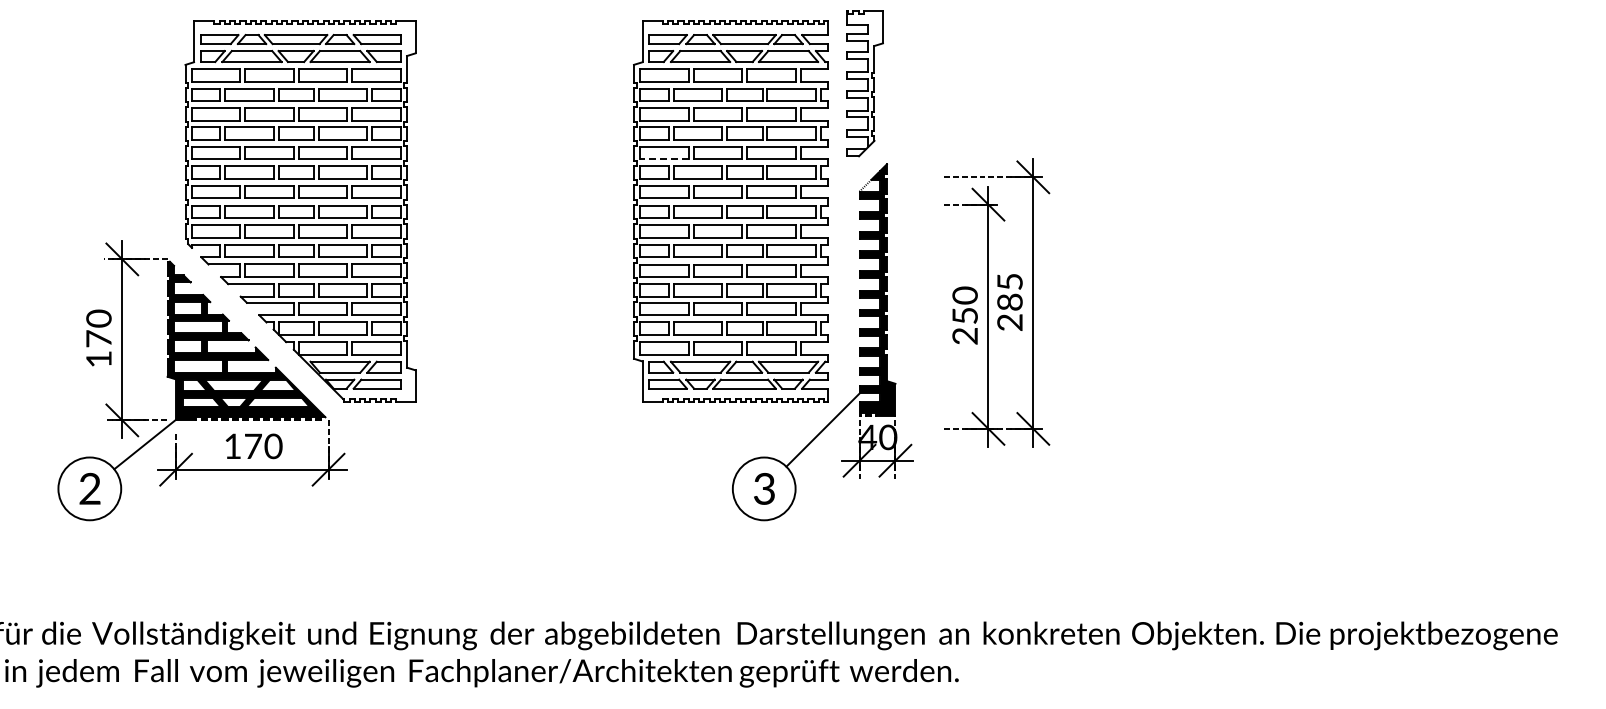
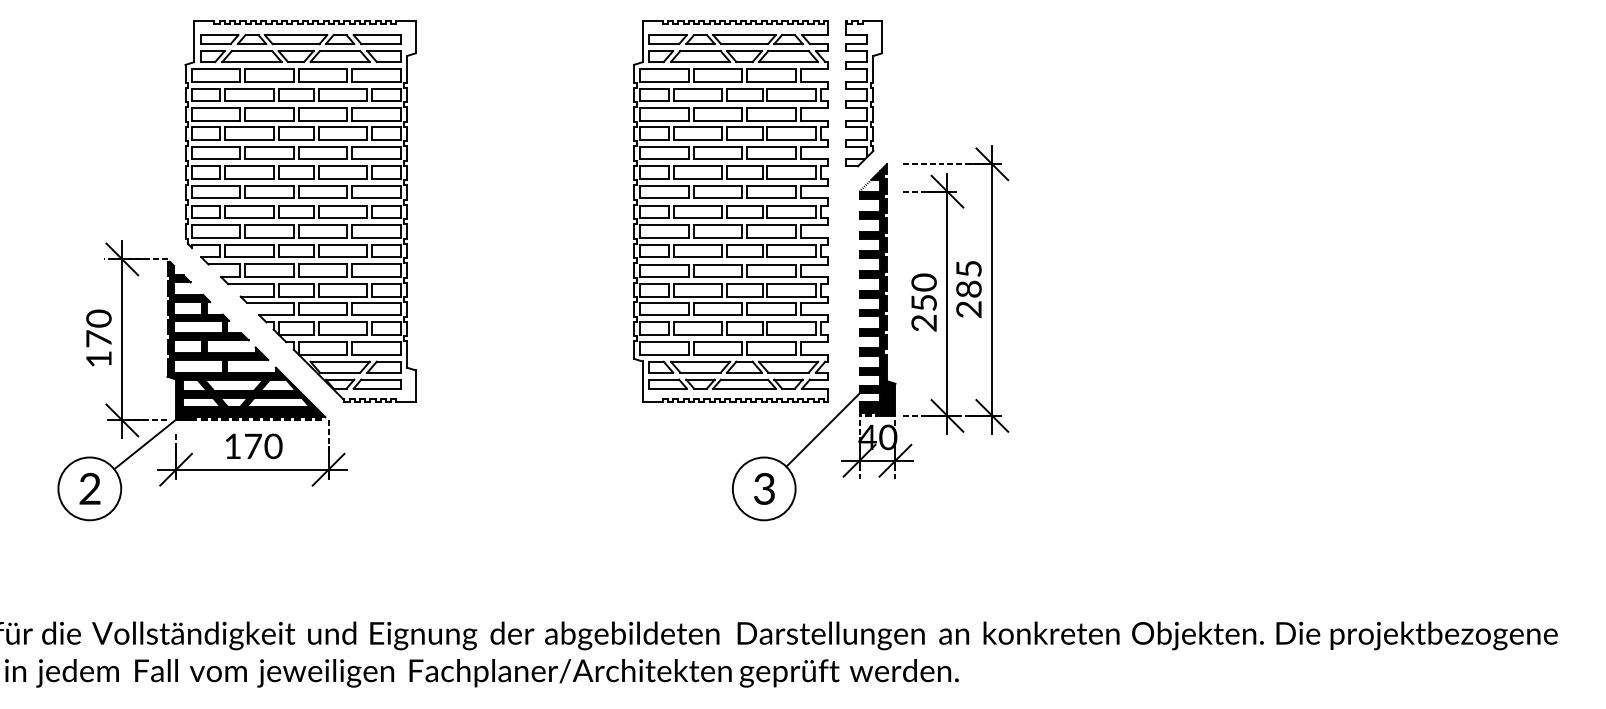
part at (864, 83) position: (864, 83) -> (863, 93)
line at (664, 159): dashed -> solid
part at (997, 302) position: (997, 302) -> (956, 289)
